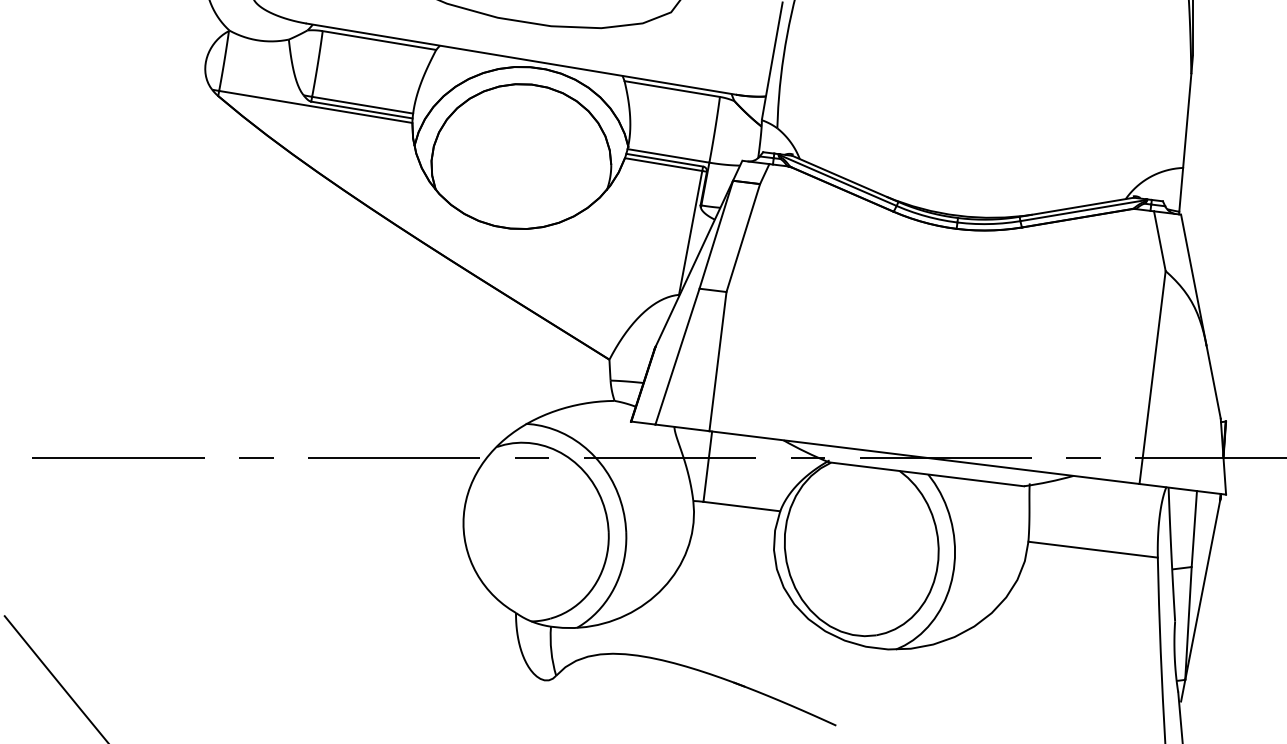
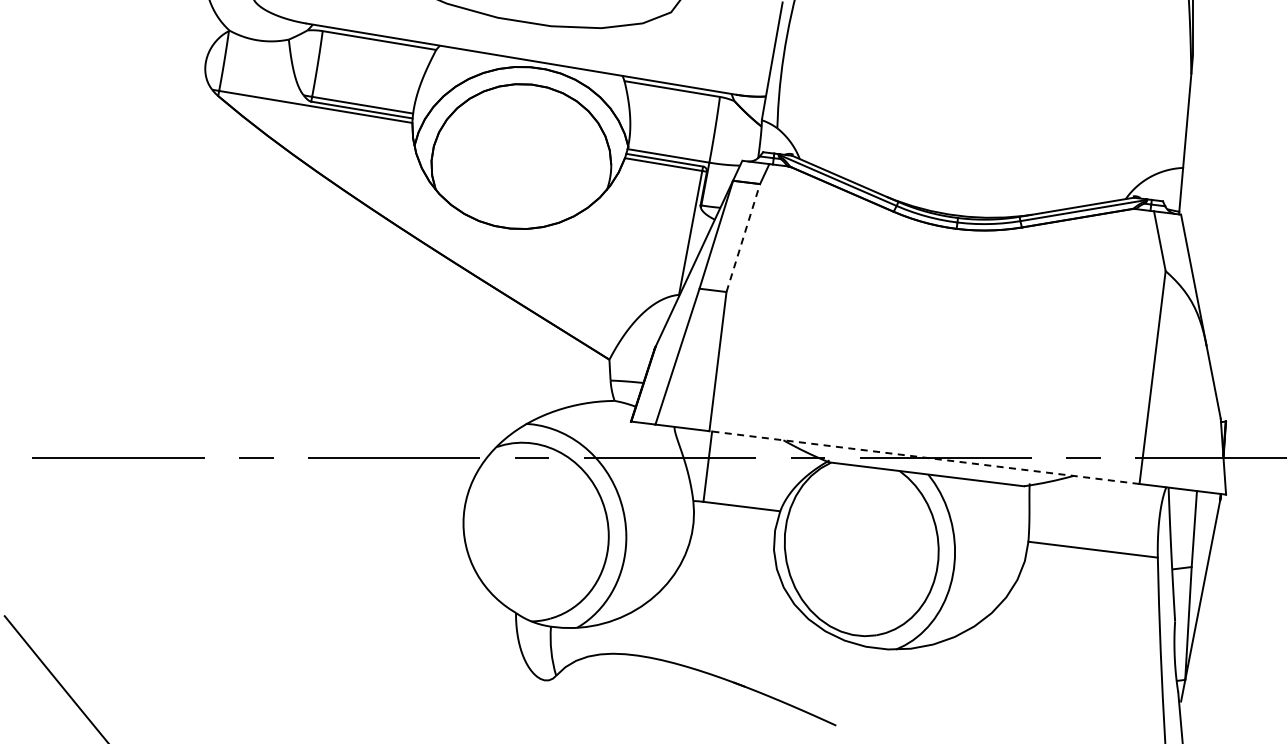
line at (743, 238): solid -> dashed
line at (924, 457): solid -> dashed
